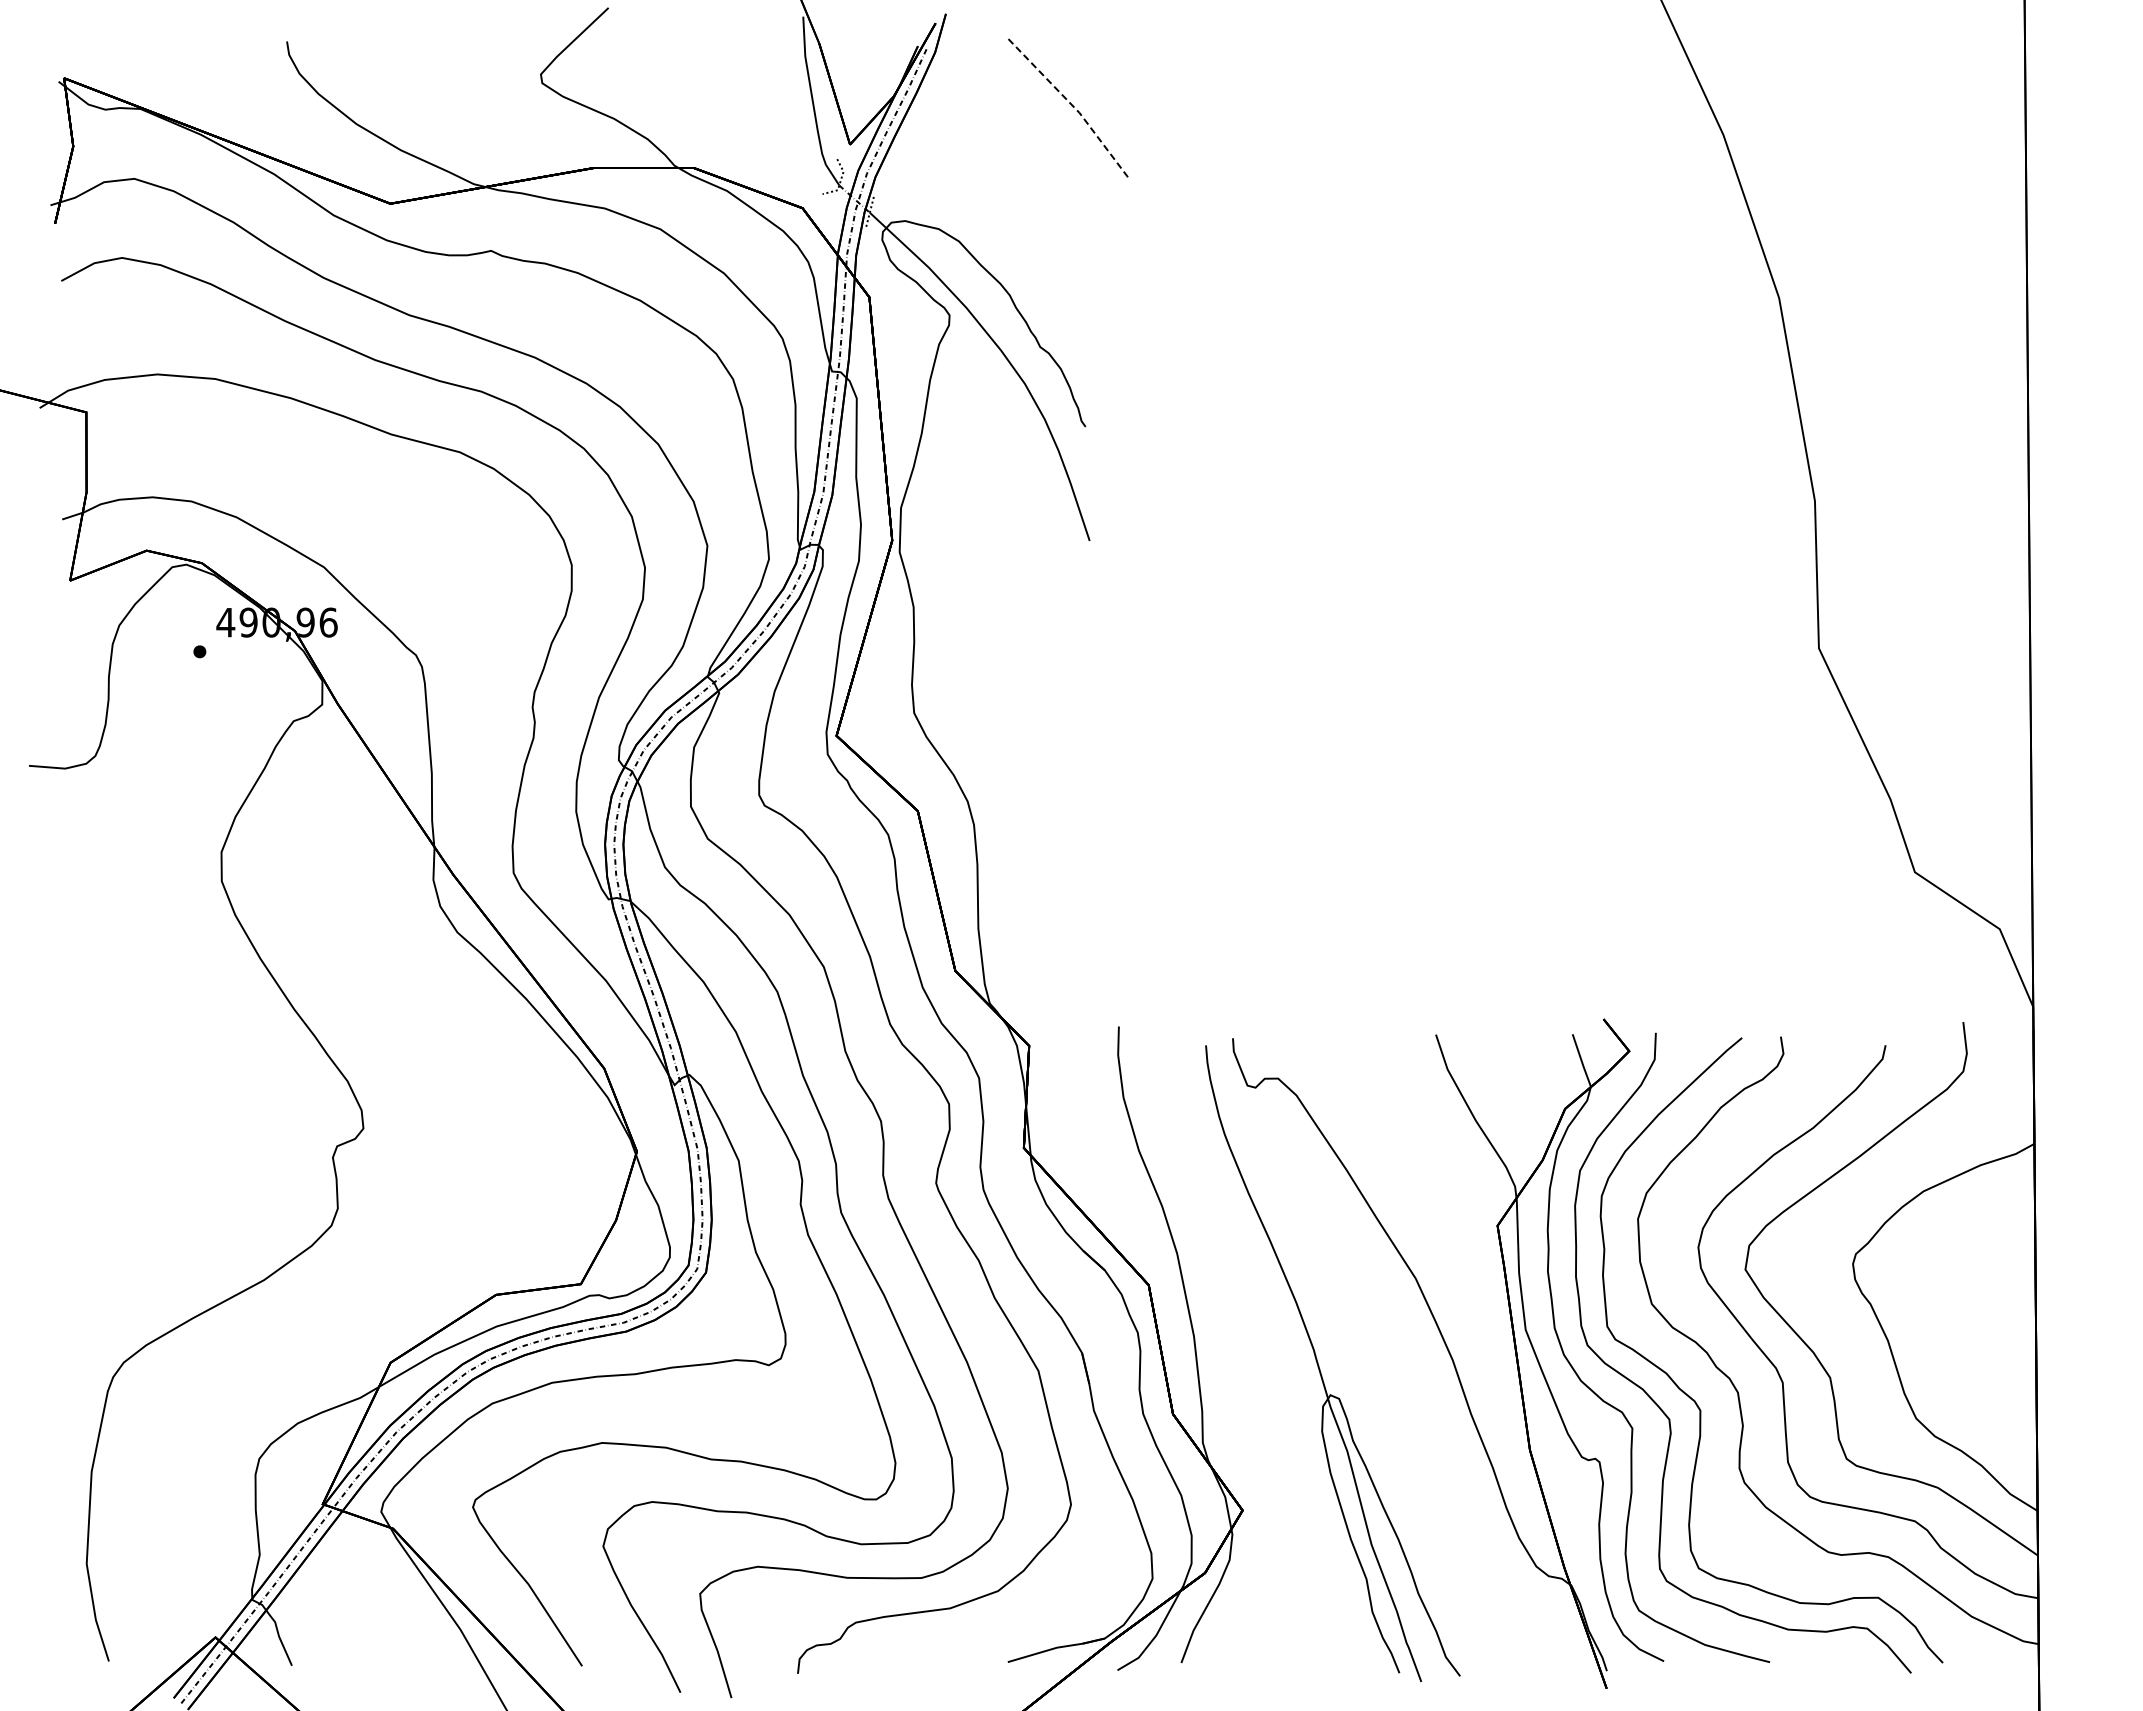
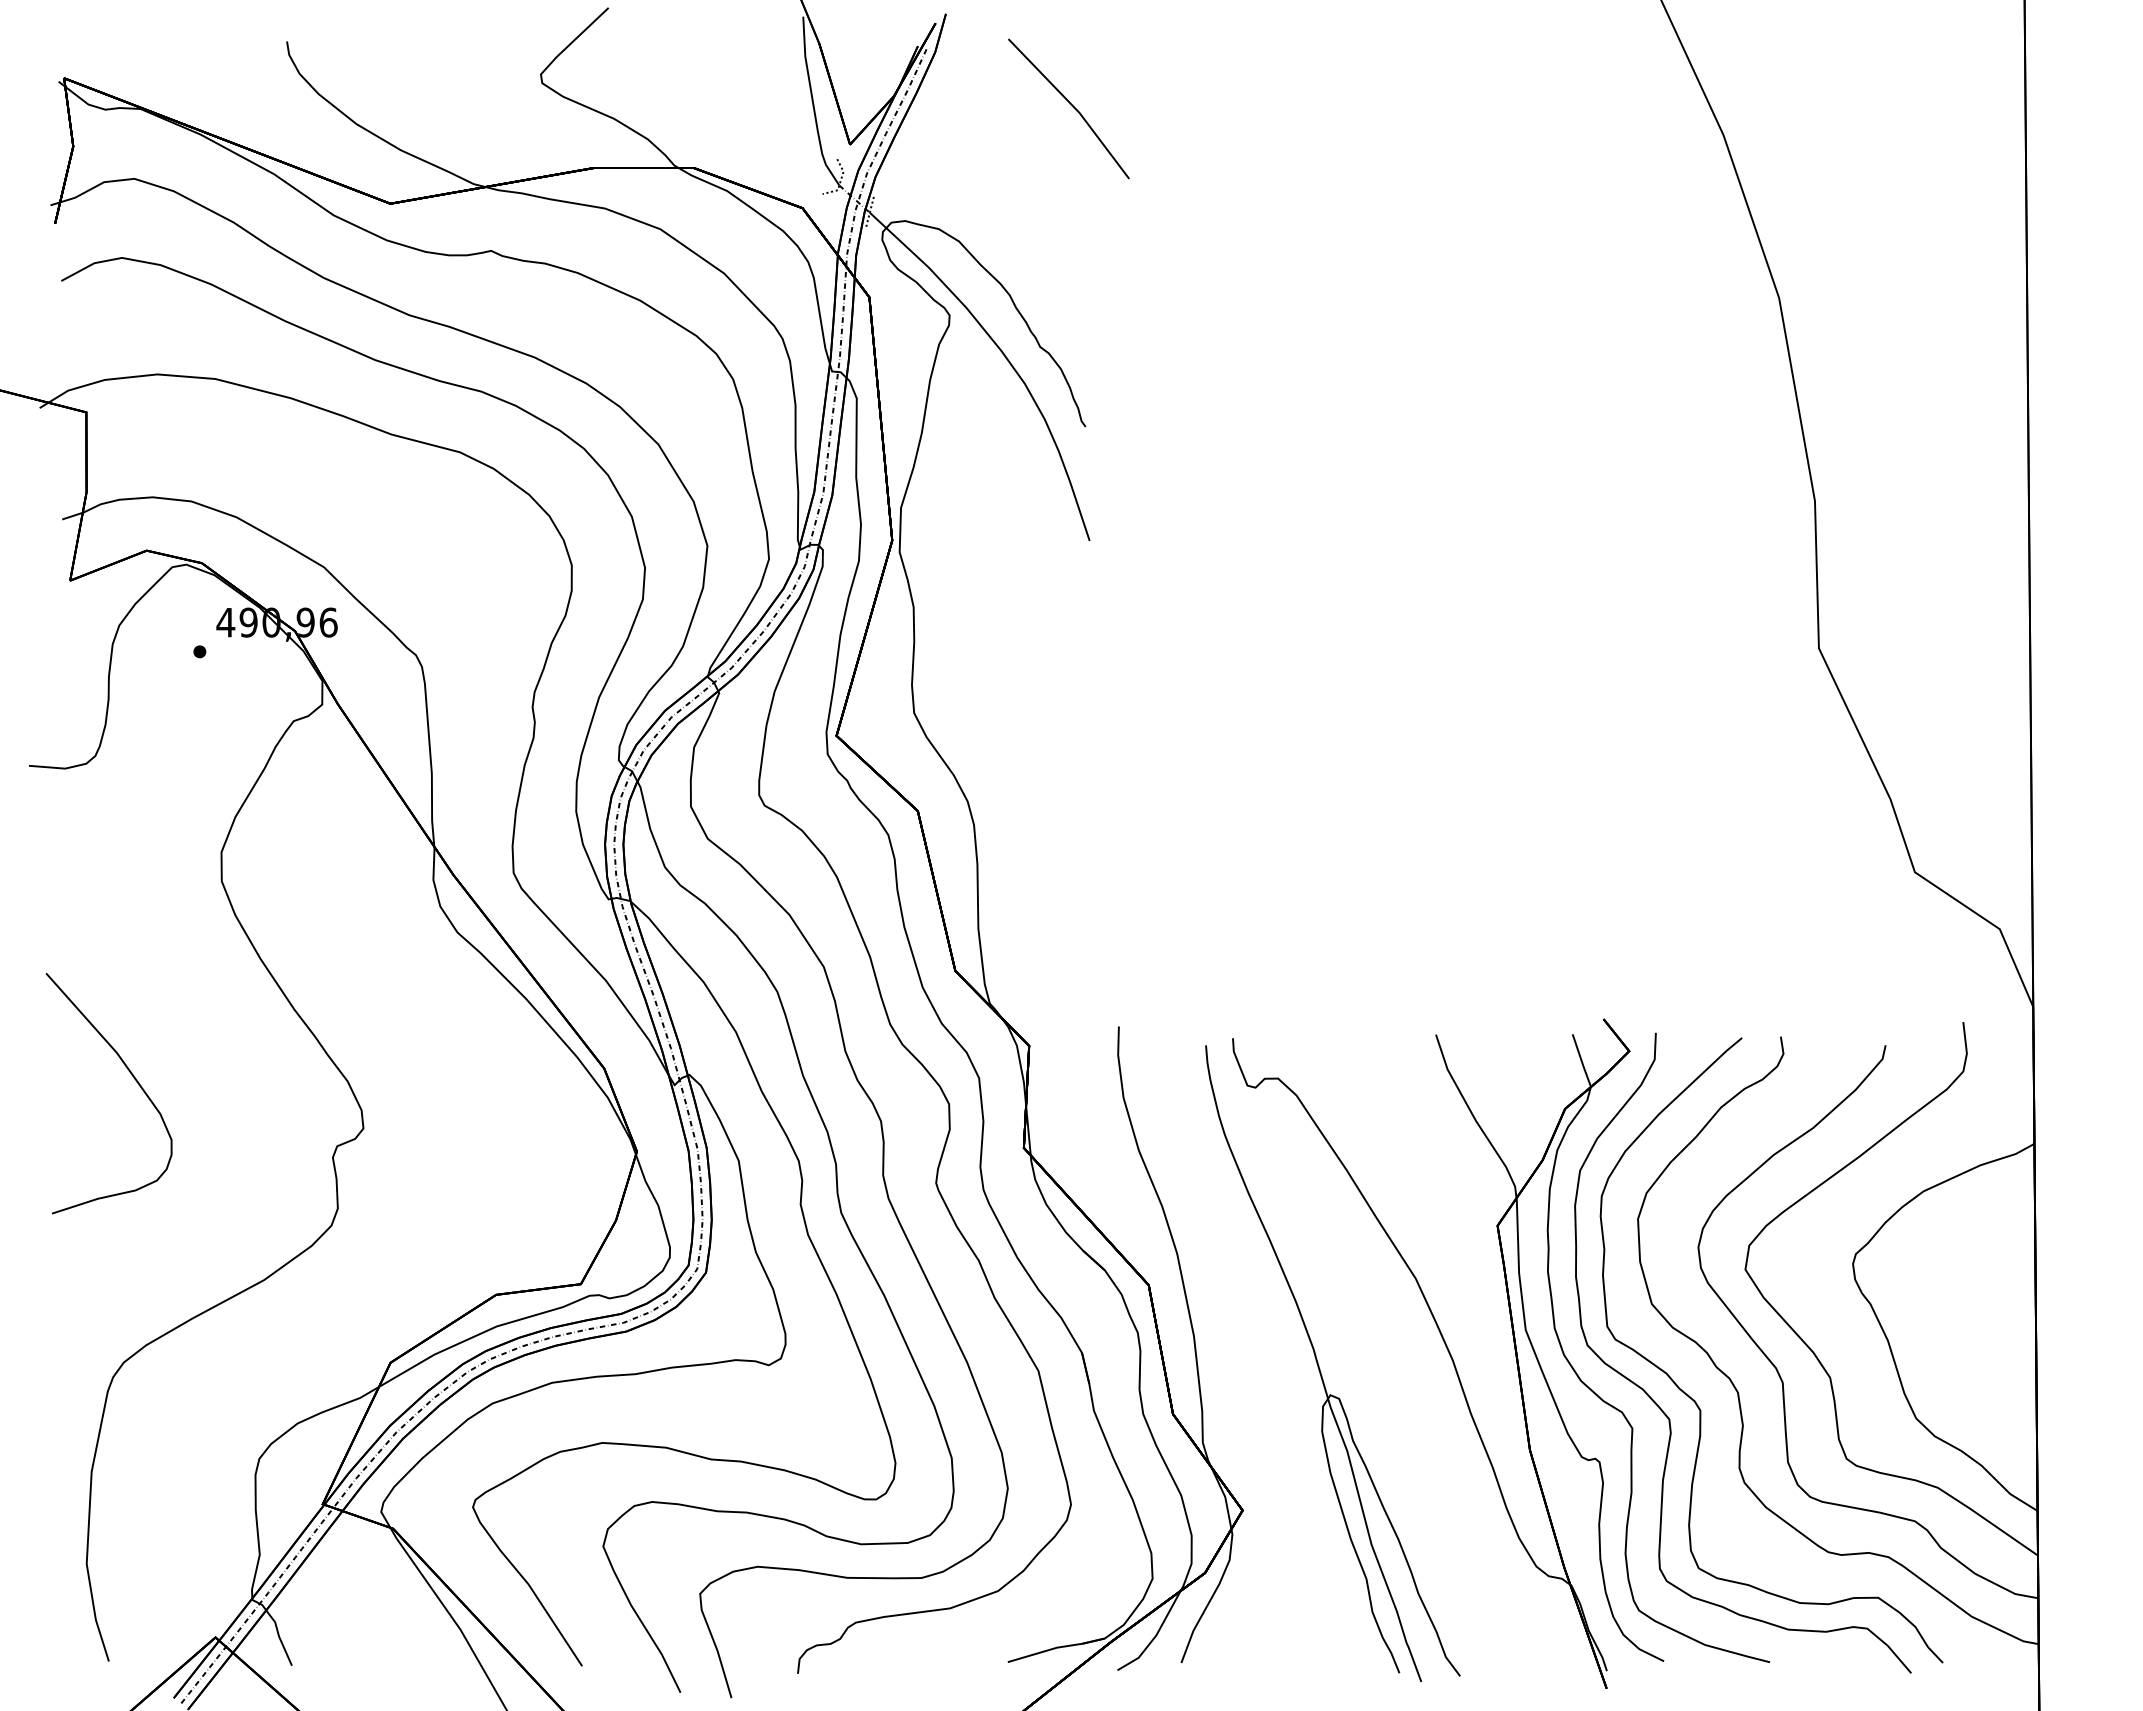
line at (1073, 106): dashed -> solid
curve at (133, 1078): none -> present
